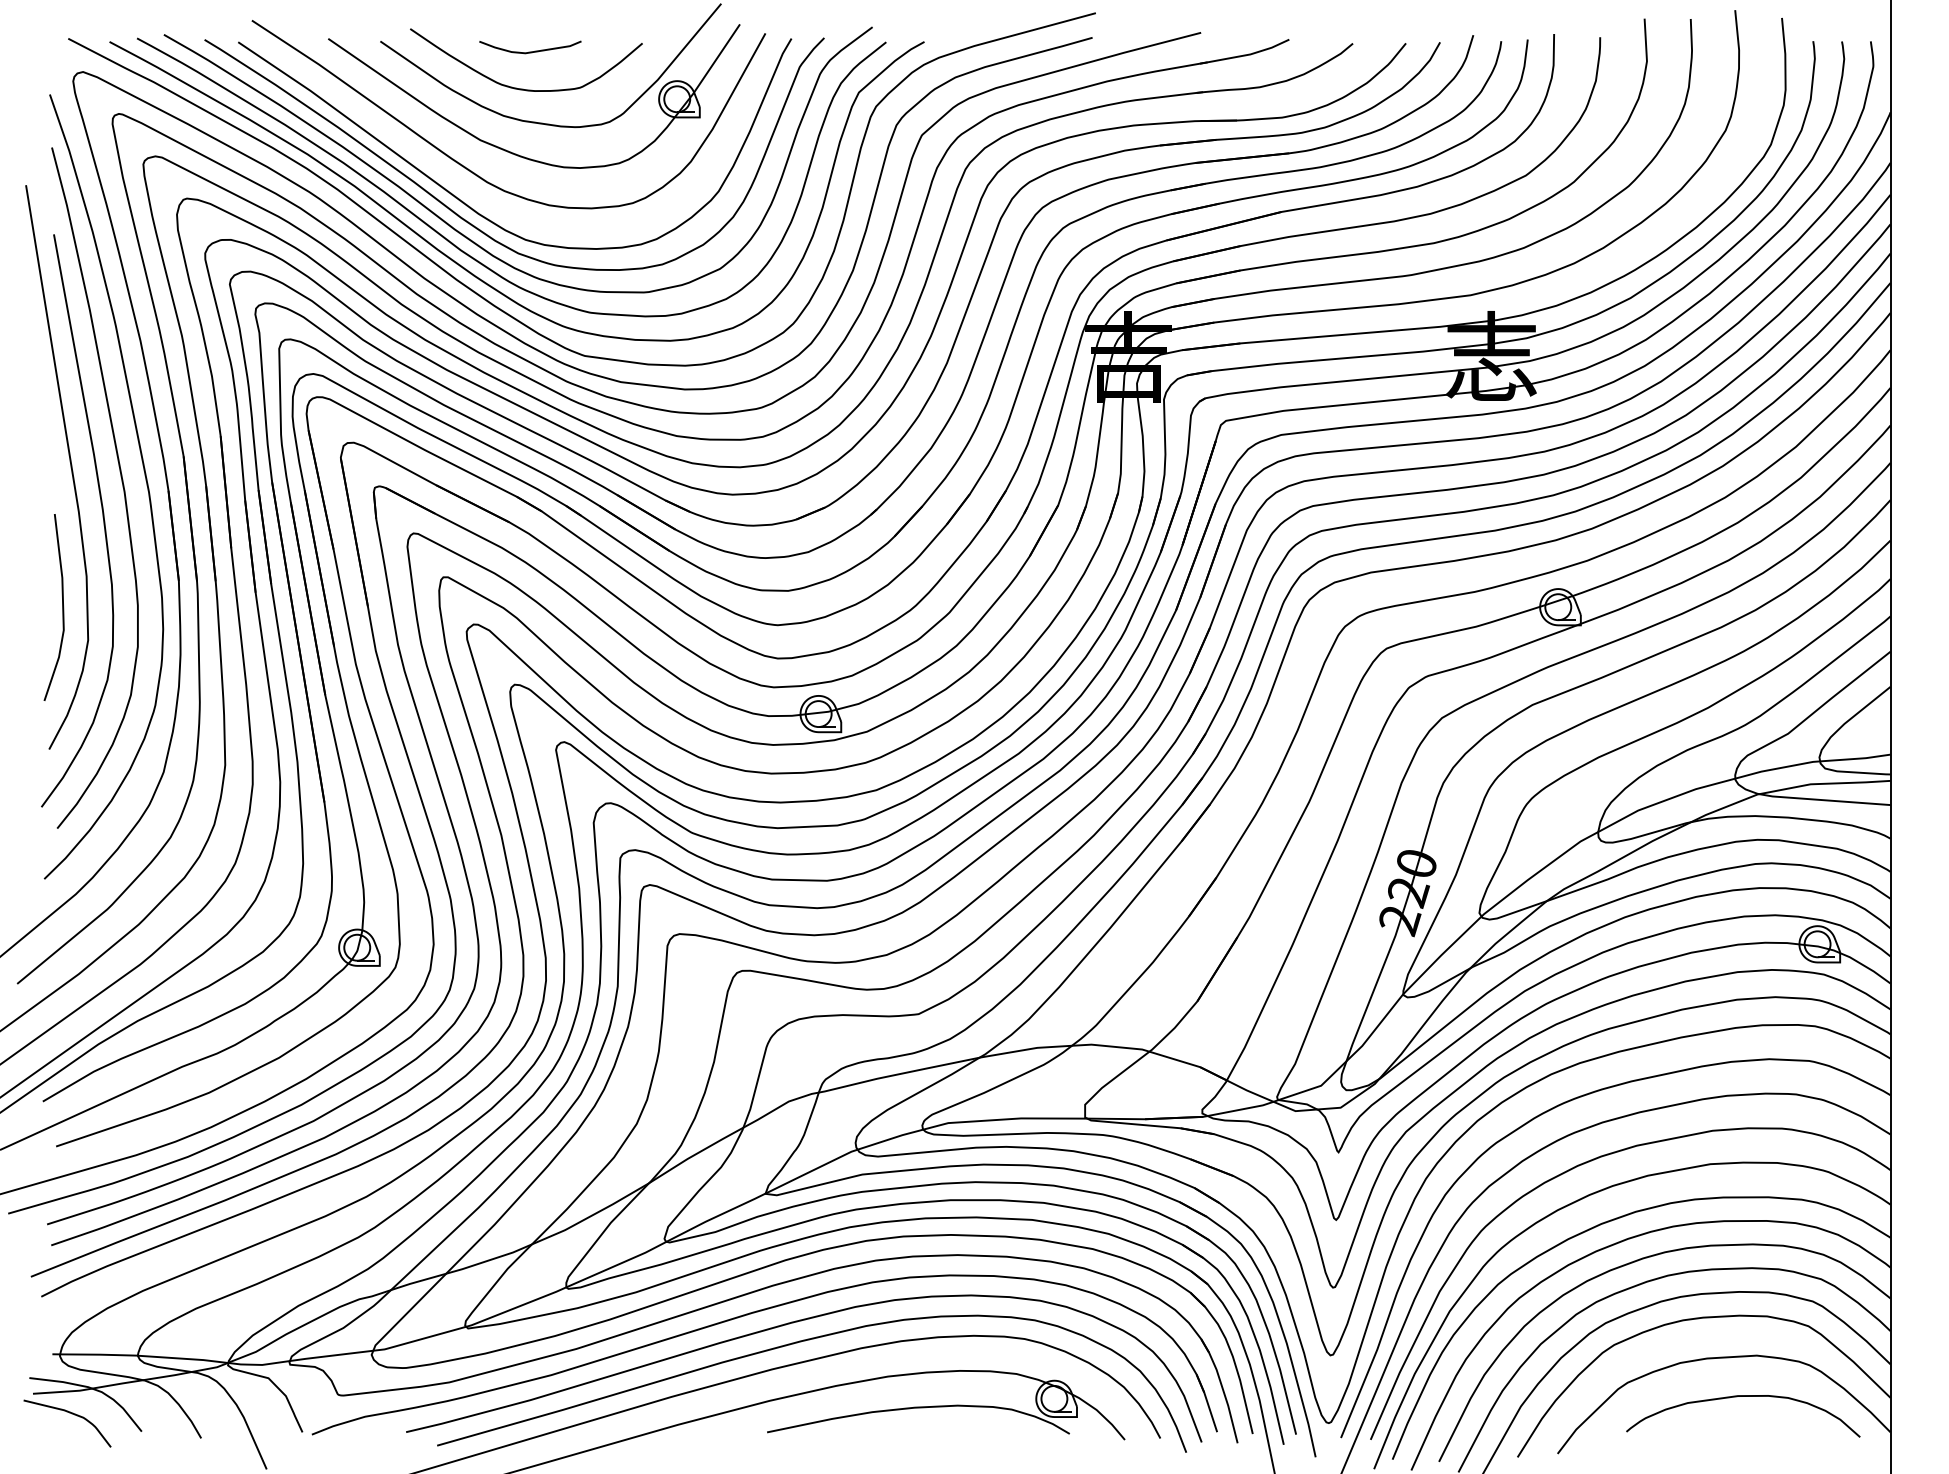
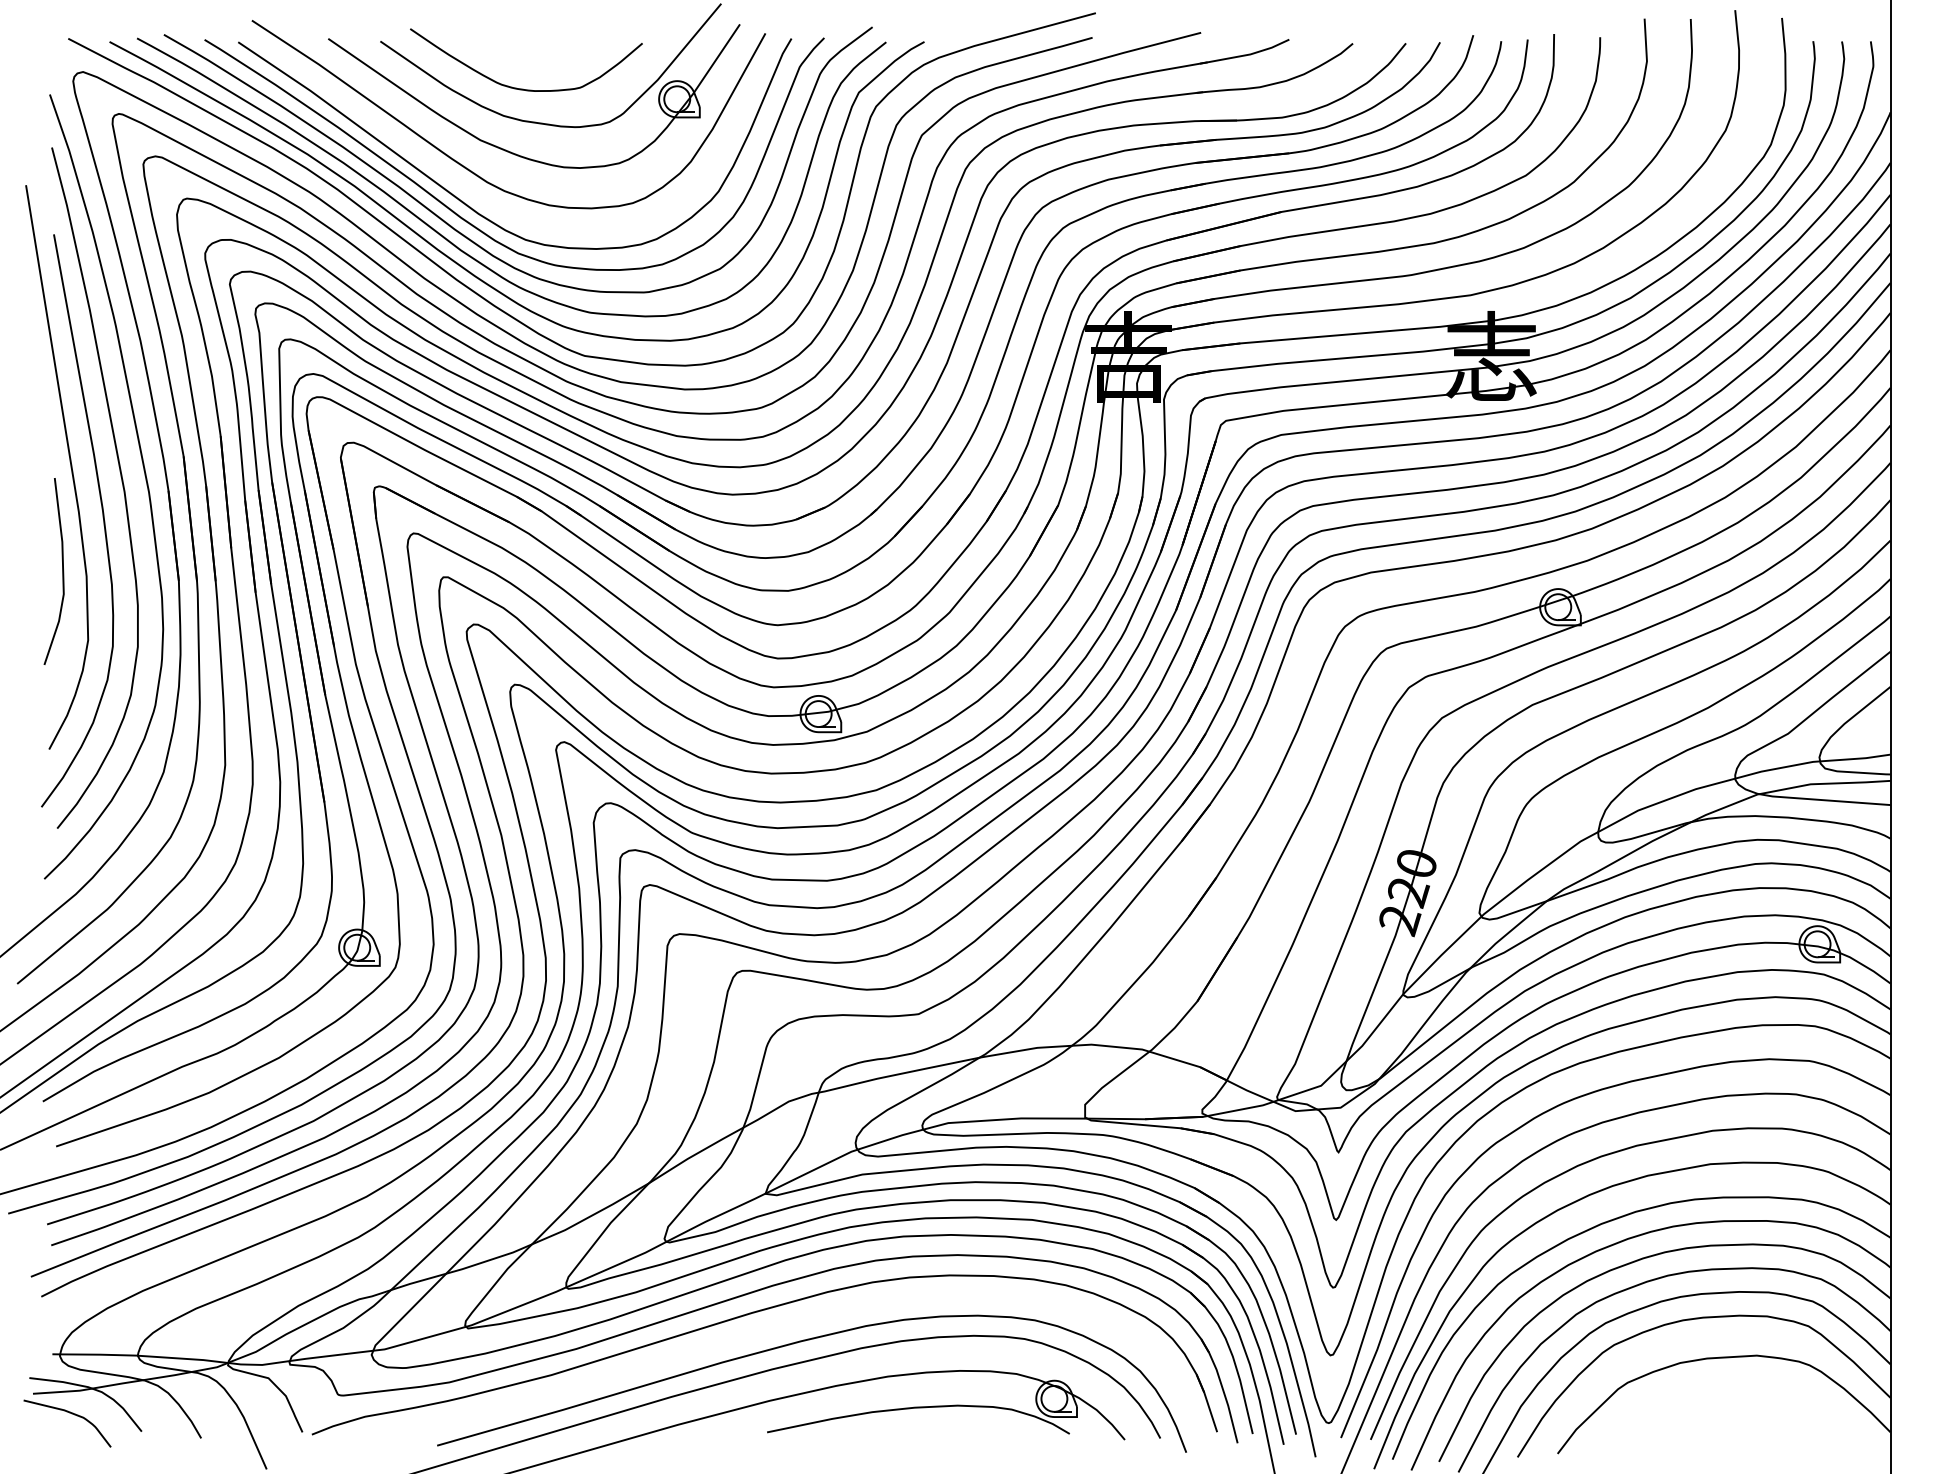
curve at (530, 51): present -> none
line at (62, 607) position: (62, 607) -> (62, 571)
curve at (793, 1323): present -> none
curve at (1743, 1396): present -> none
